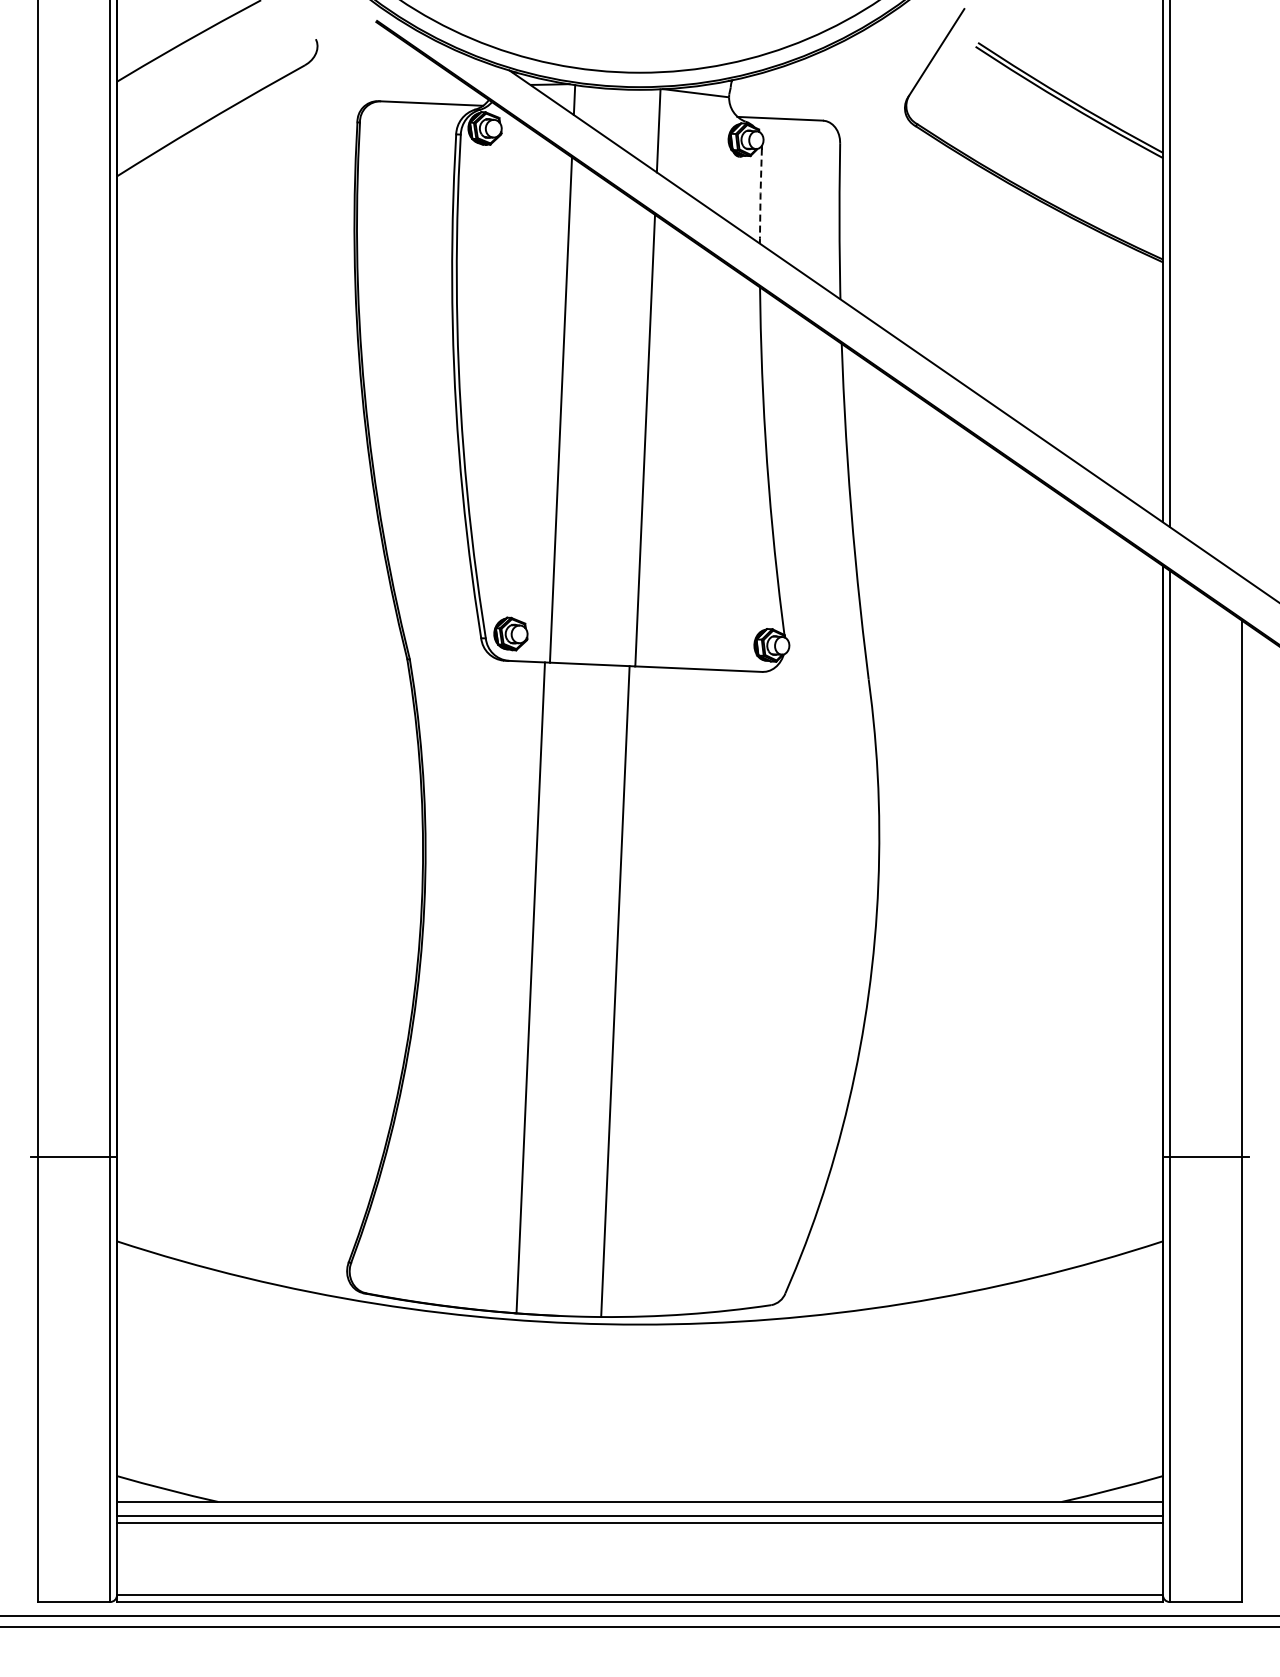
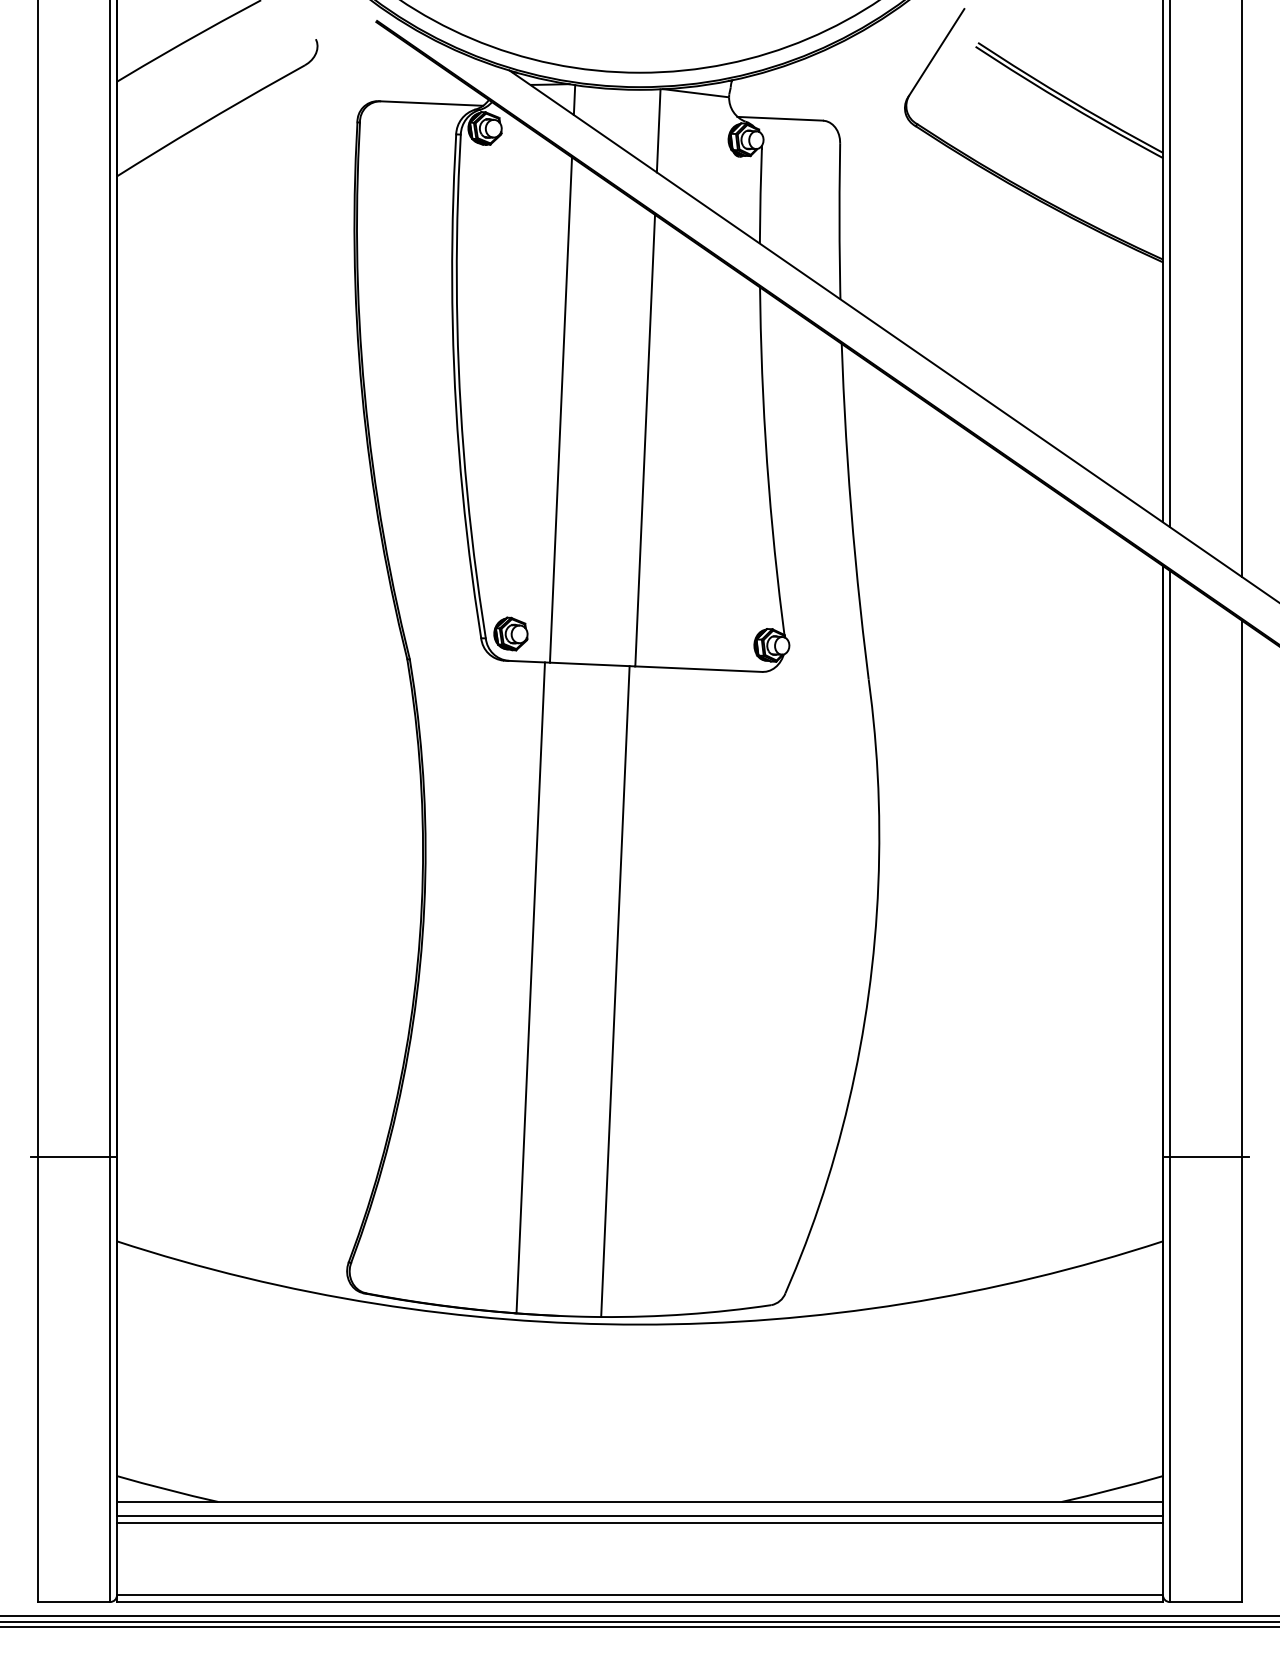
line at (760, 196): dashed -> solid
line at (1241, 289): none -> present
line at (639, 1622): none -> present
